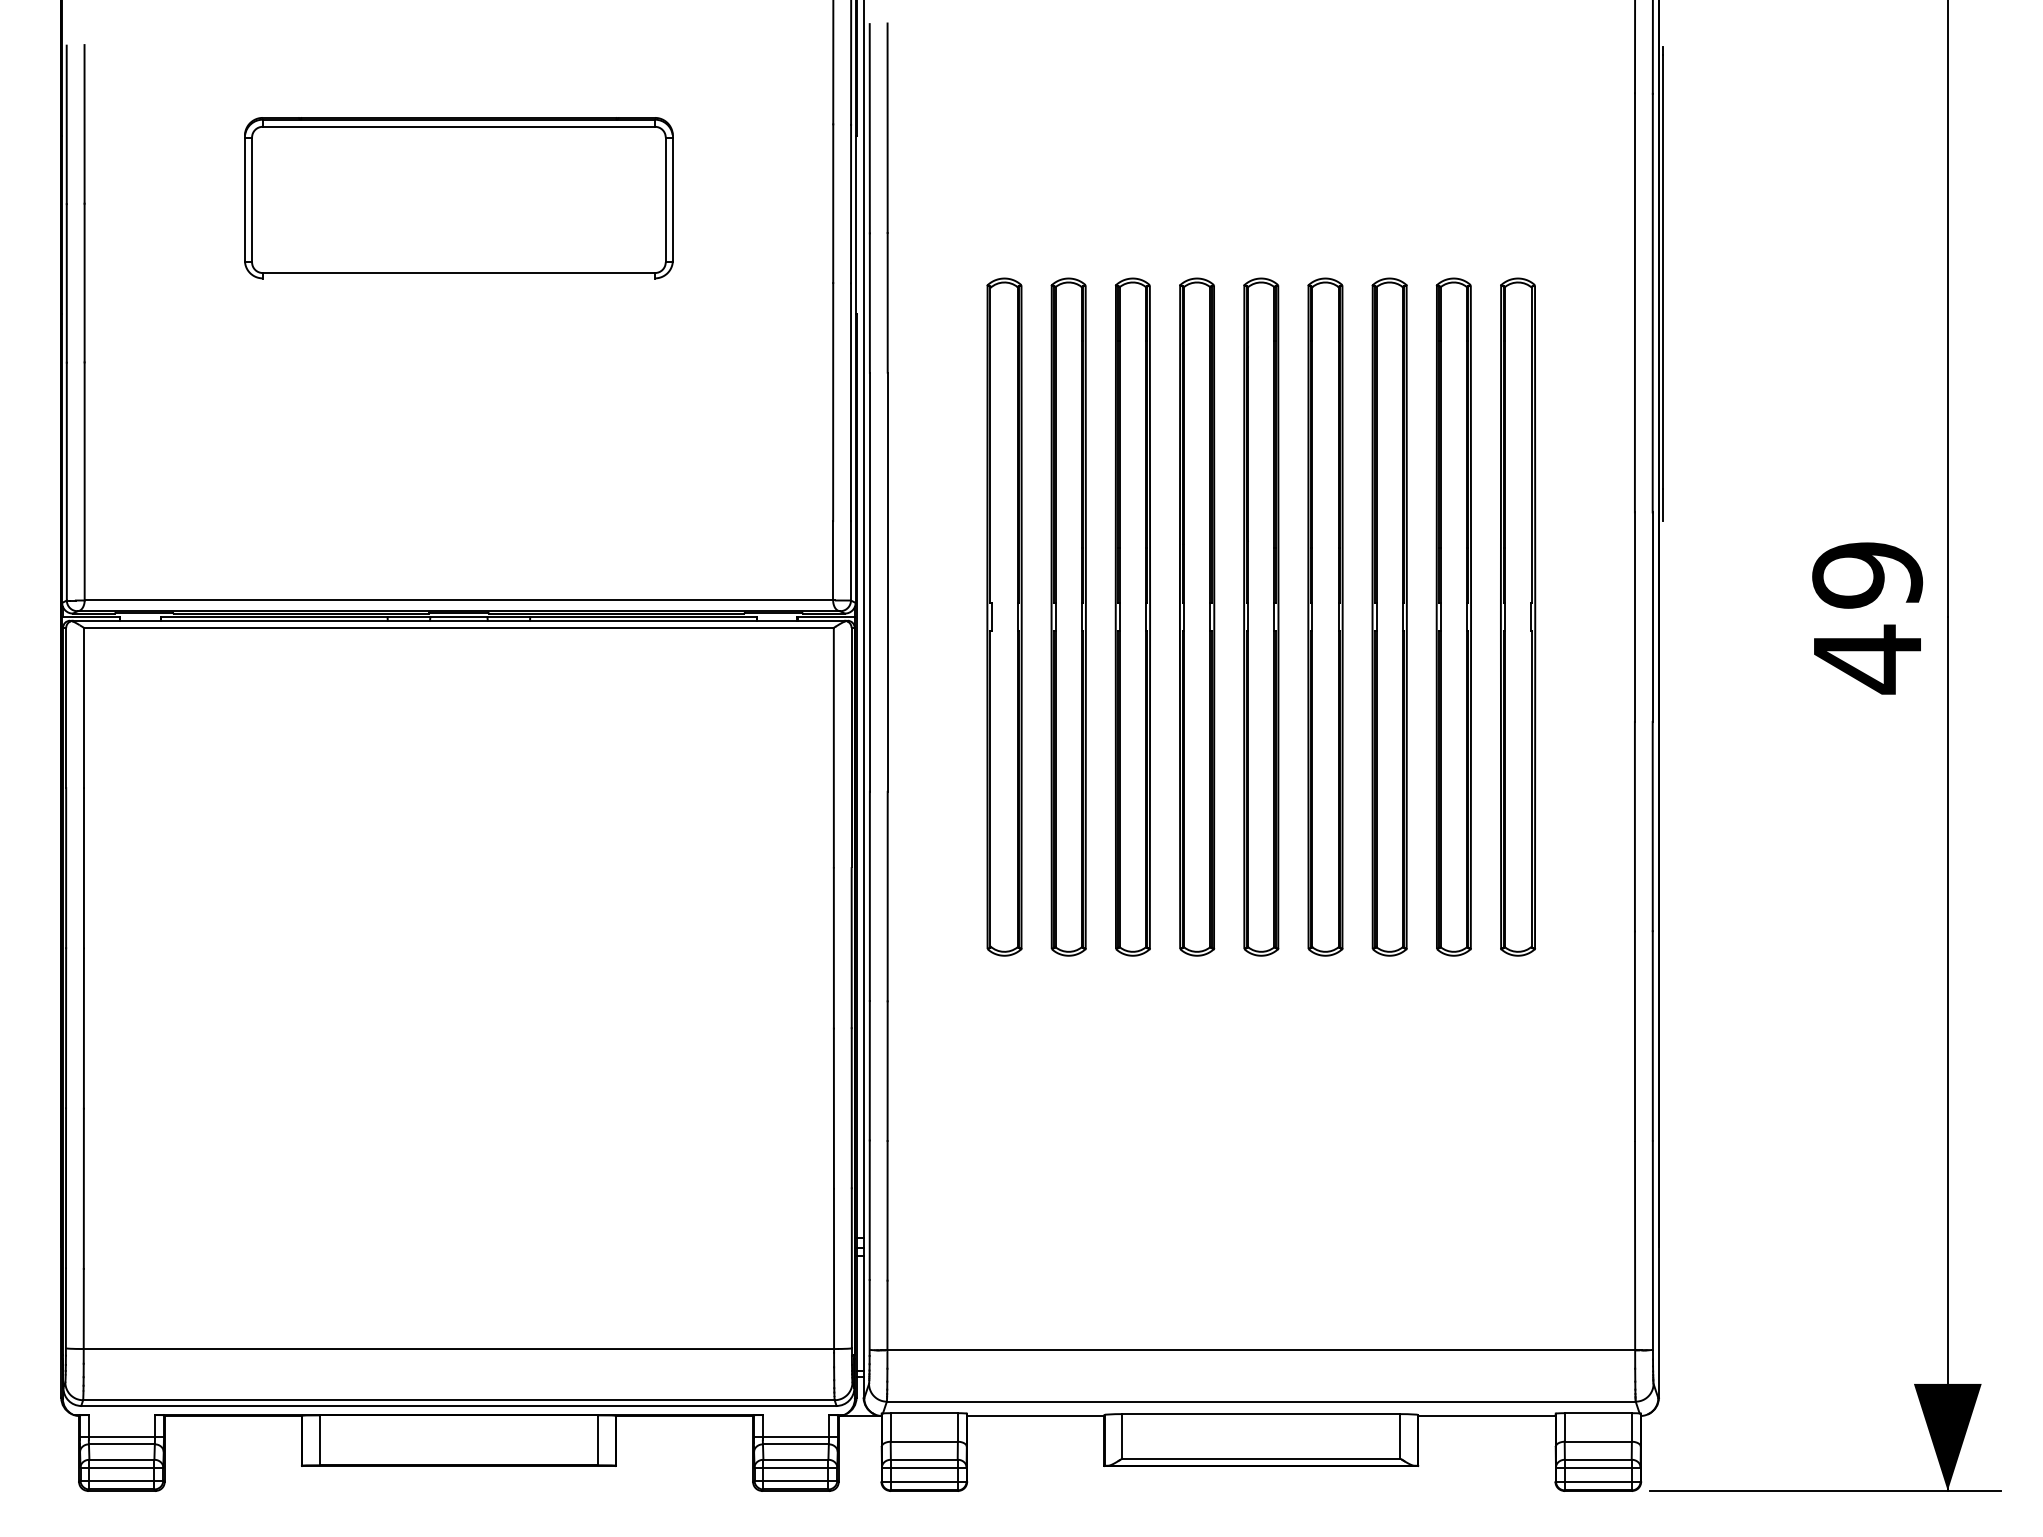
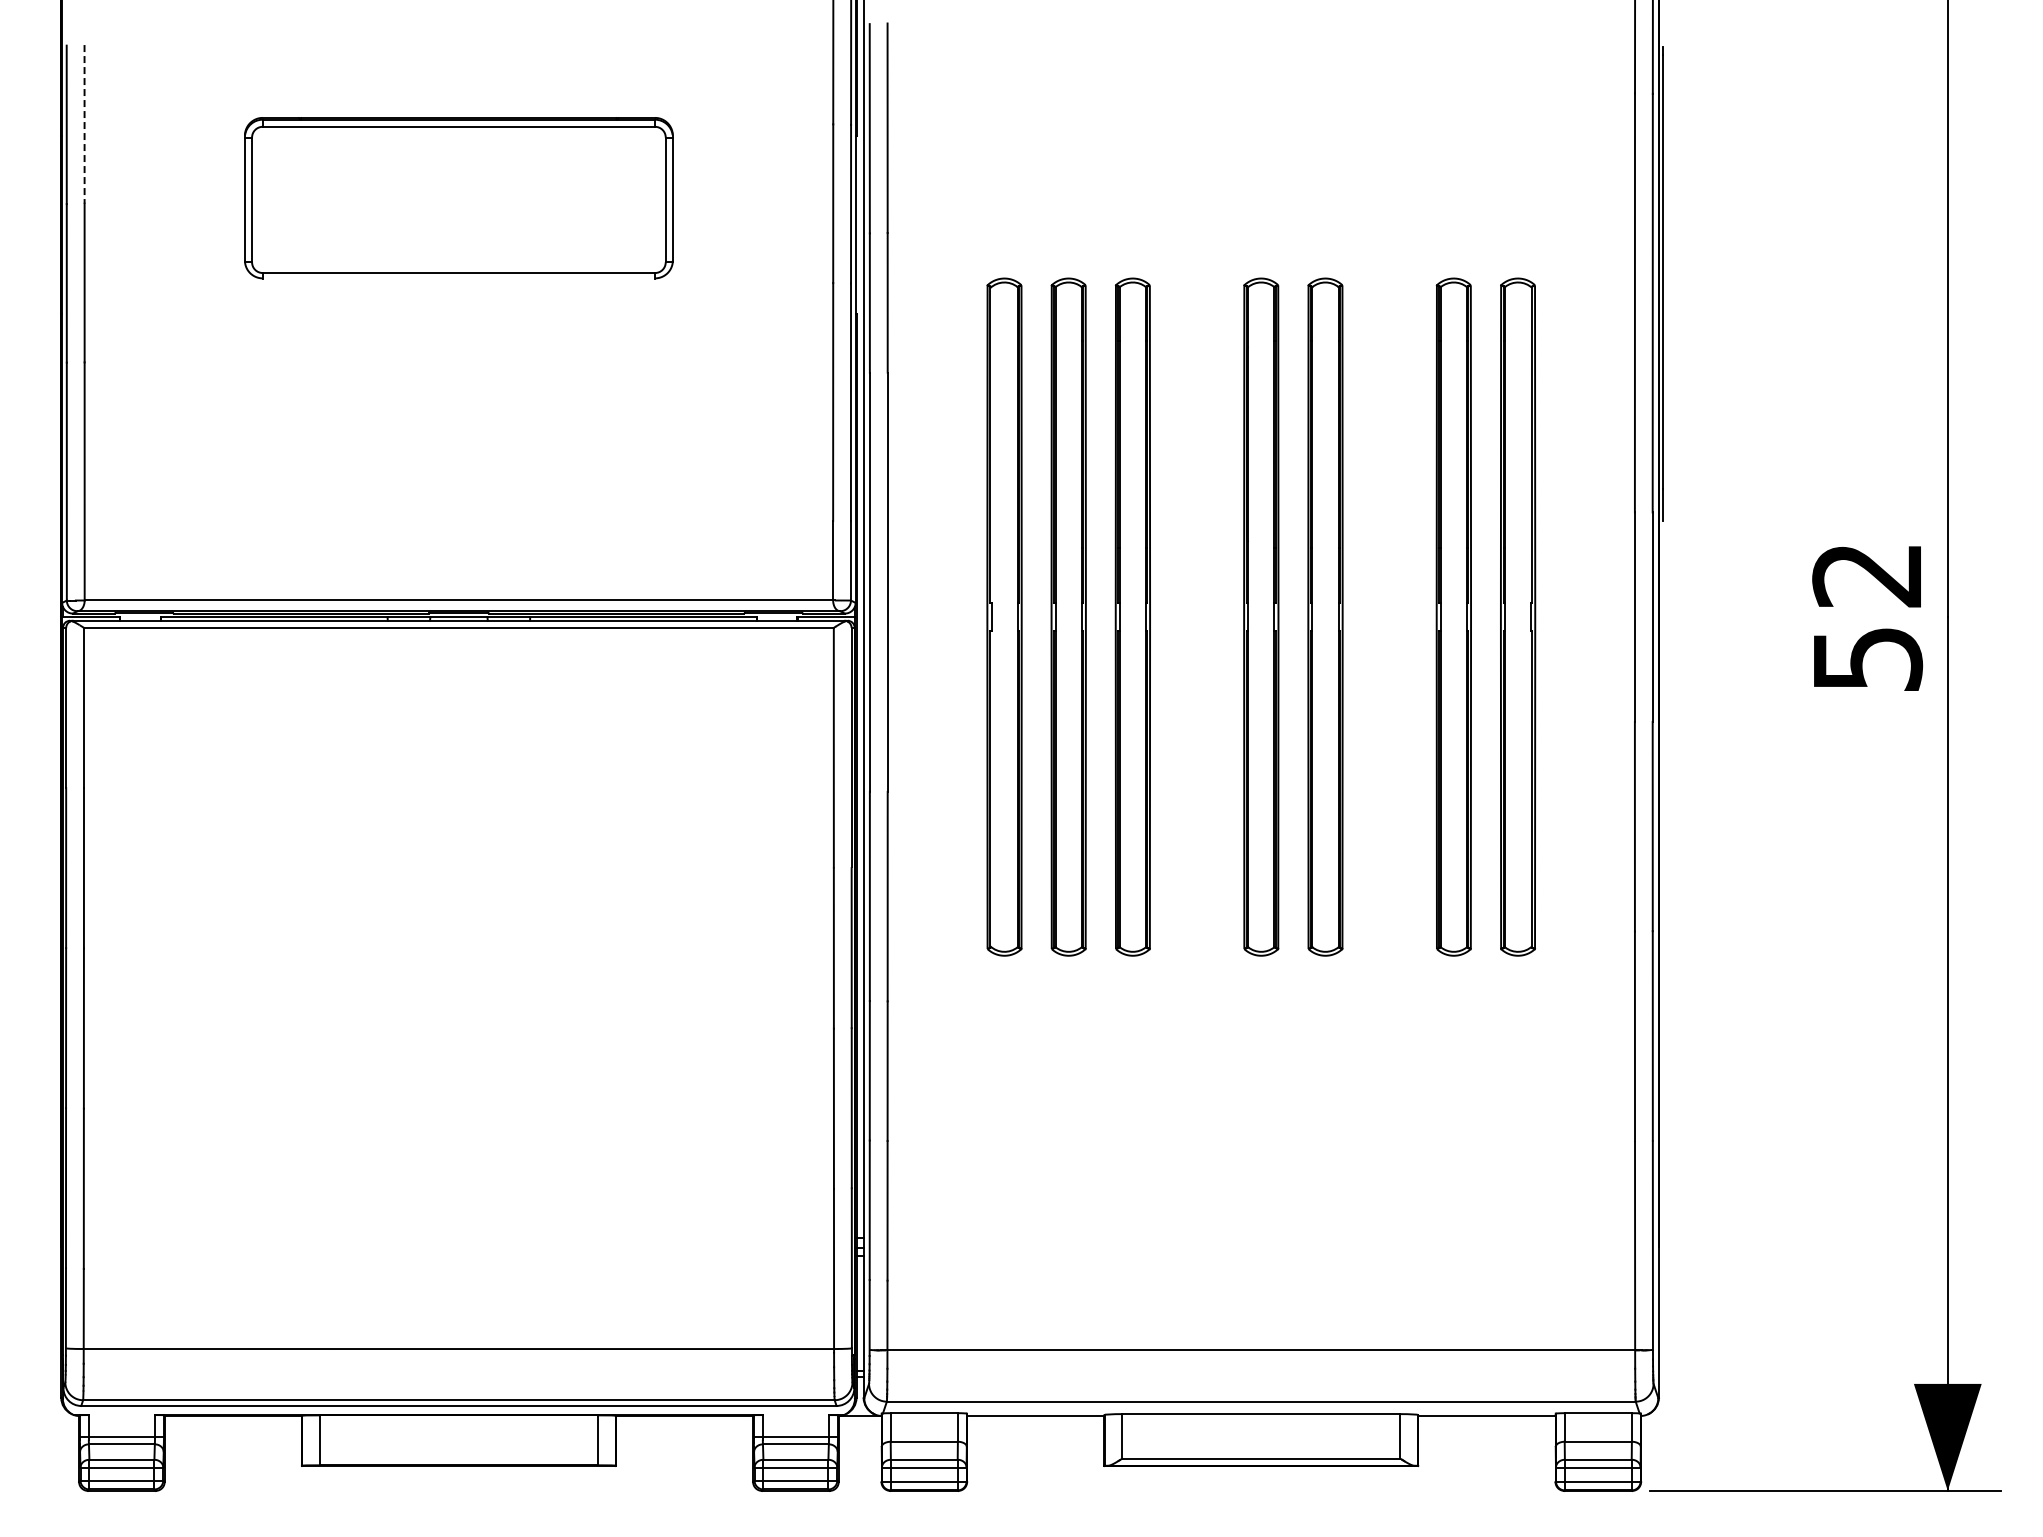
line at (84, 124): solid -> dashed
part at (1197, 616): present -> none
part at (1389, 616): present -> none
text at (1867, 618): 49 -> 52
